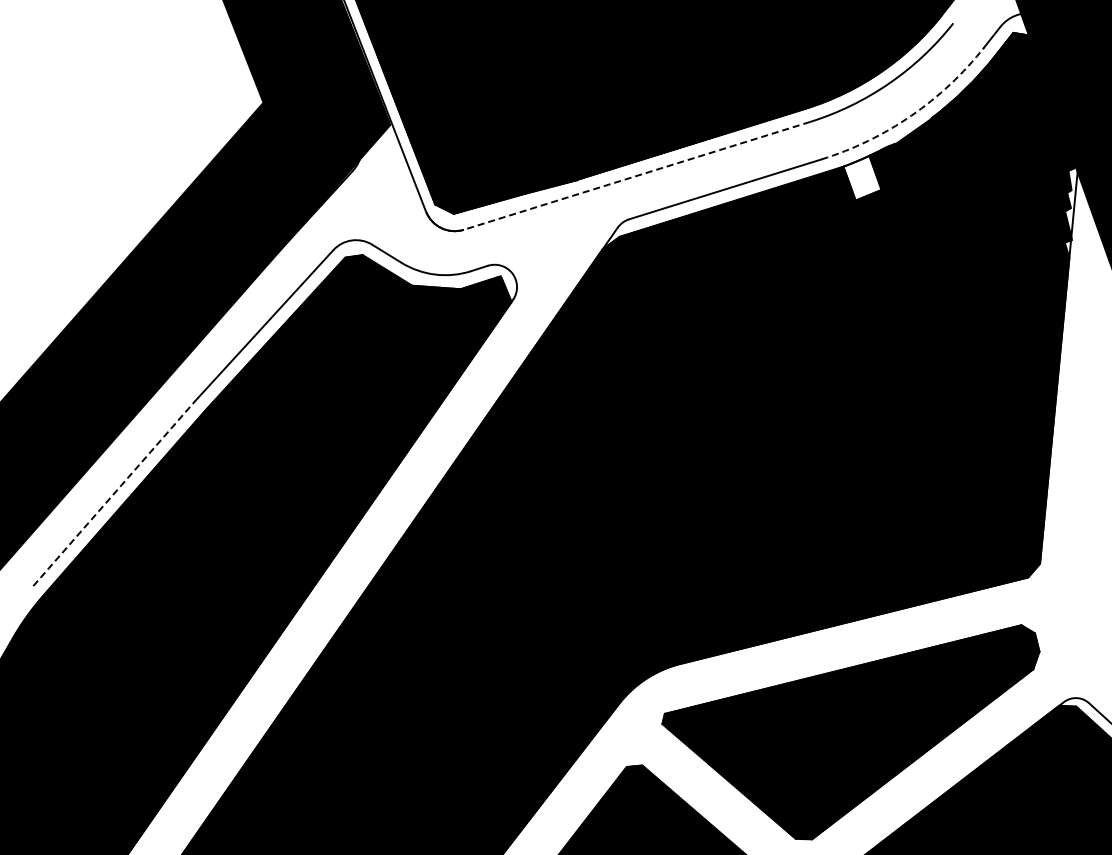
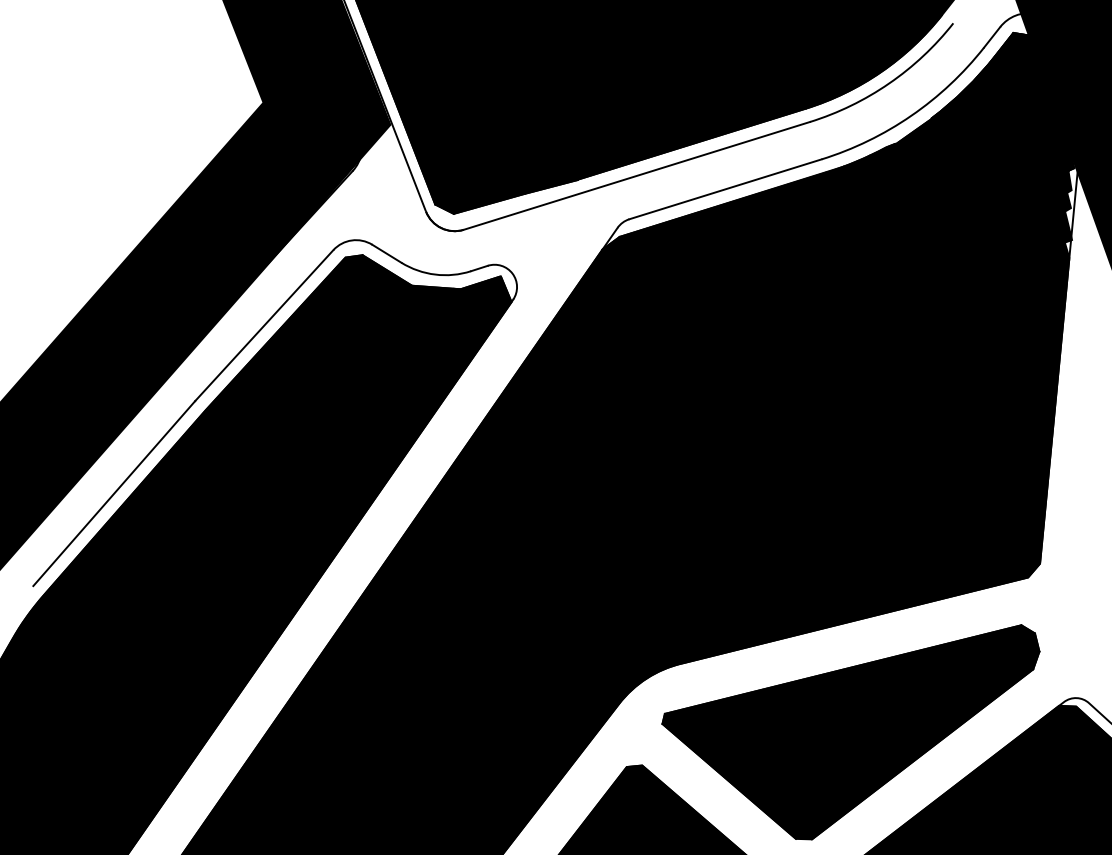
arc at (911, 115): dashed -> solid
line at (636, 176): dashed -> solid
fill at (862, 177): none -> present
line at (114, 493): dashed -> solid
